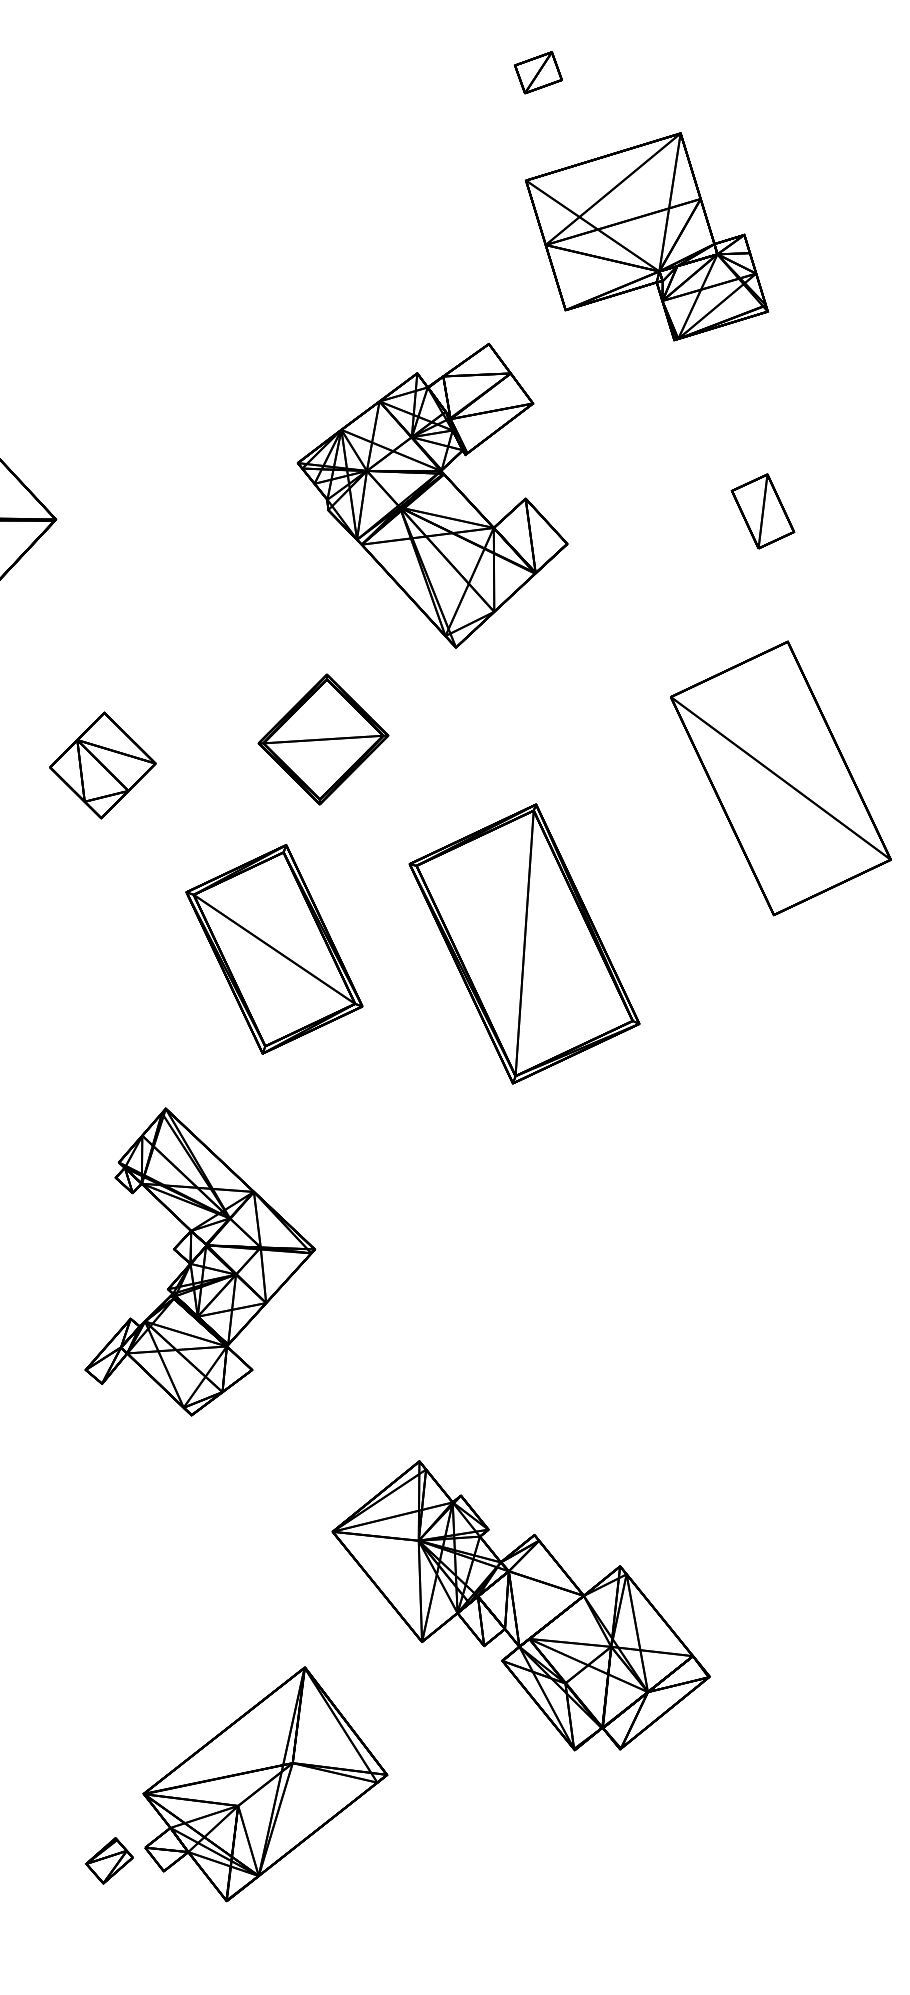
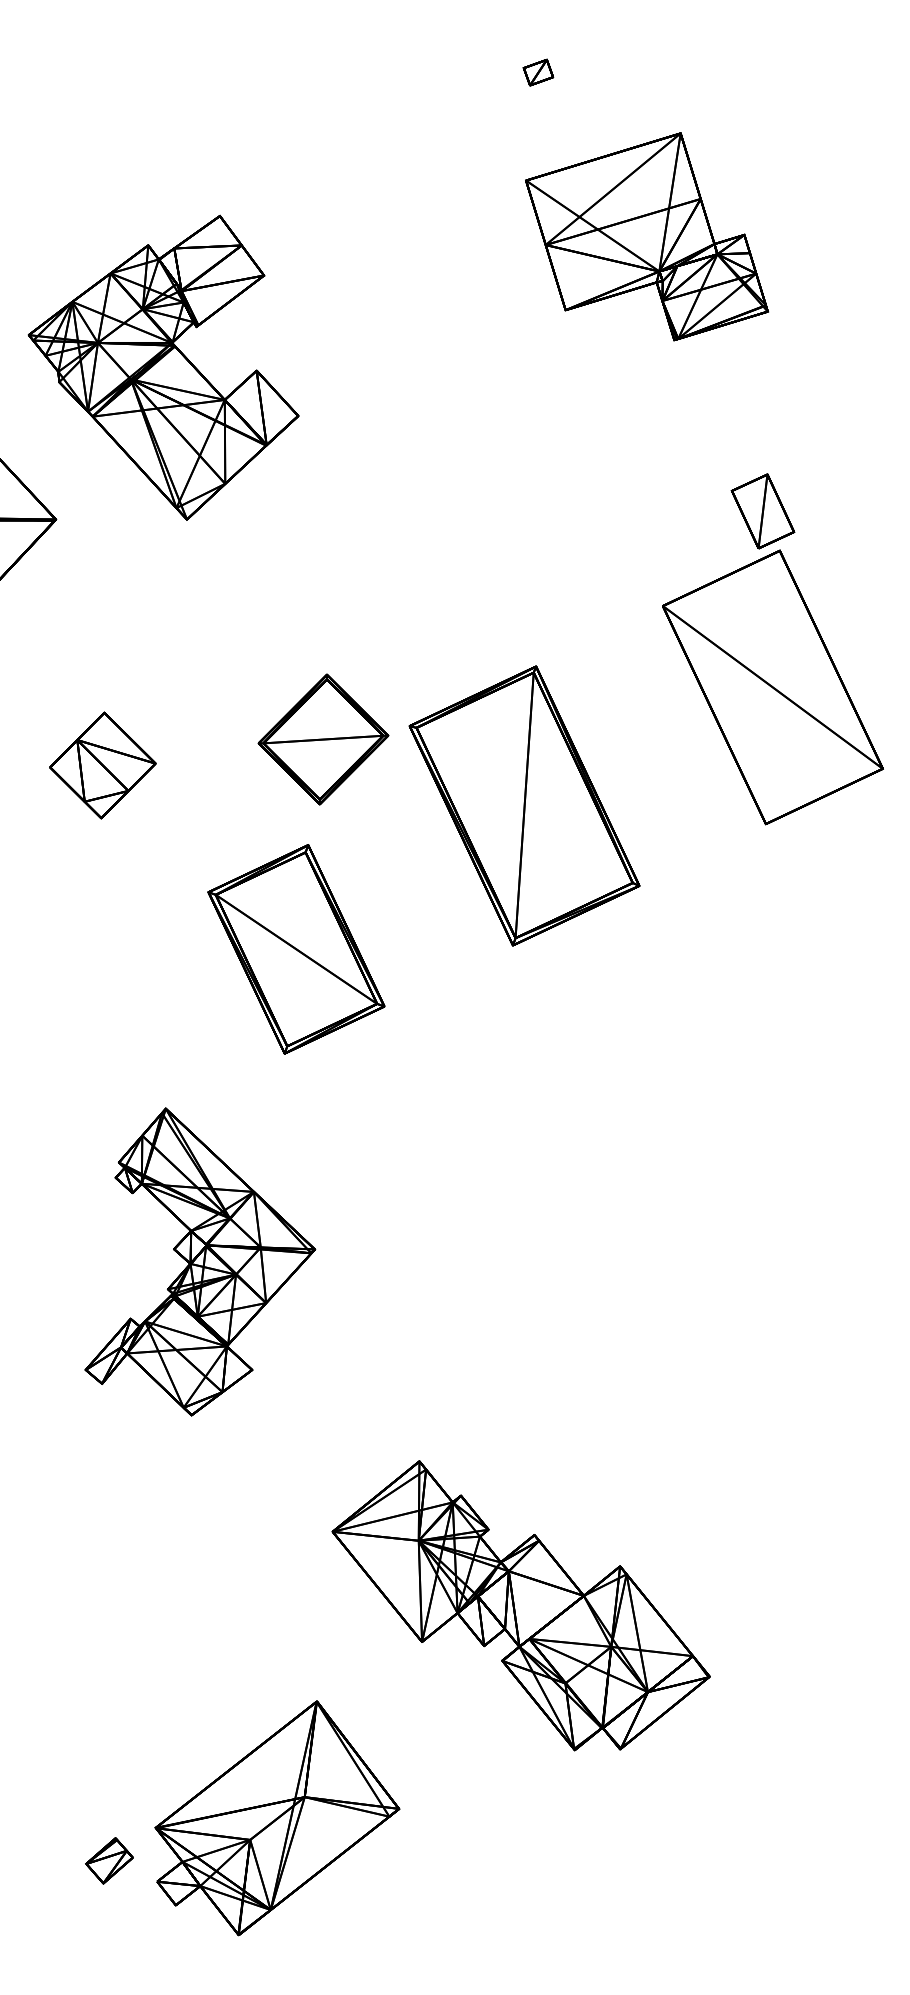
part at (538, 72) size: 49x44 px -> 33x29 px
part at (432, 495) position: (432, 495) -> (163, 367)
part at (780, 778) position: (780, 778) -> (772, 687)
part at (524, 943) position: (524, 943) -> (524, 805)
part at (274, 949) position: (274, 949) -> (296, 949)
part at (265, 1784) position: (265, 1784) -> (277, 1818)
